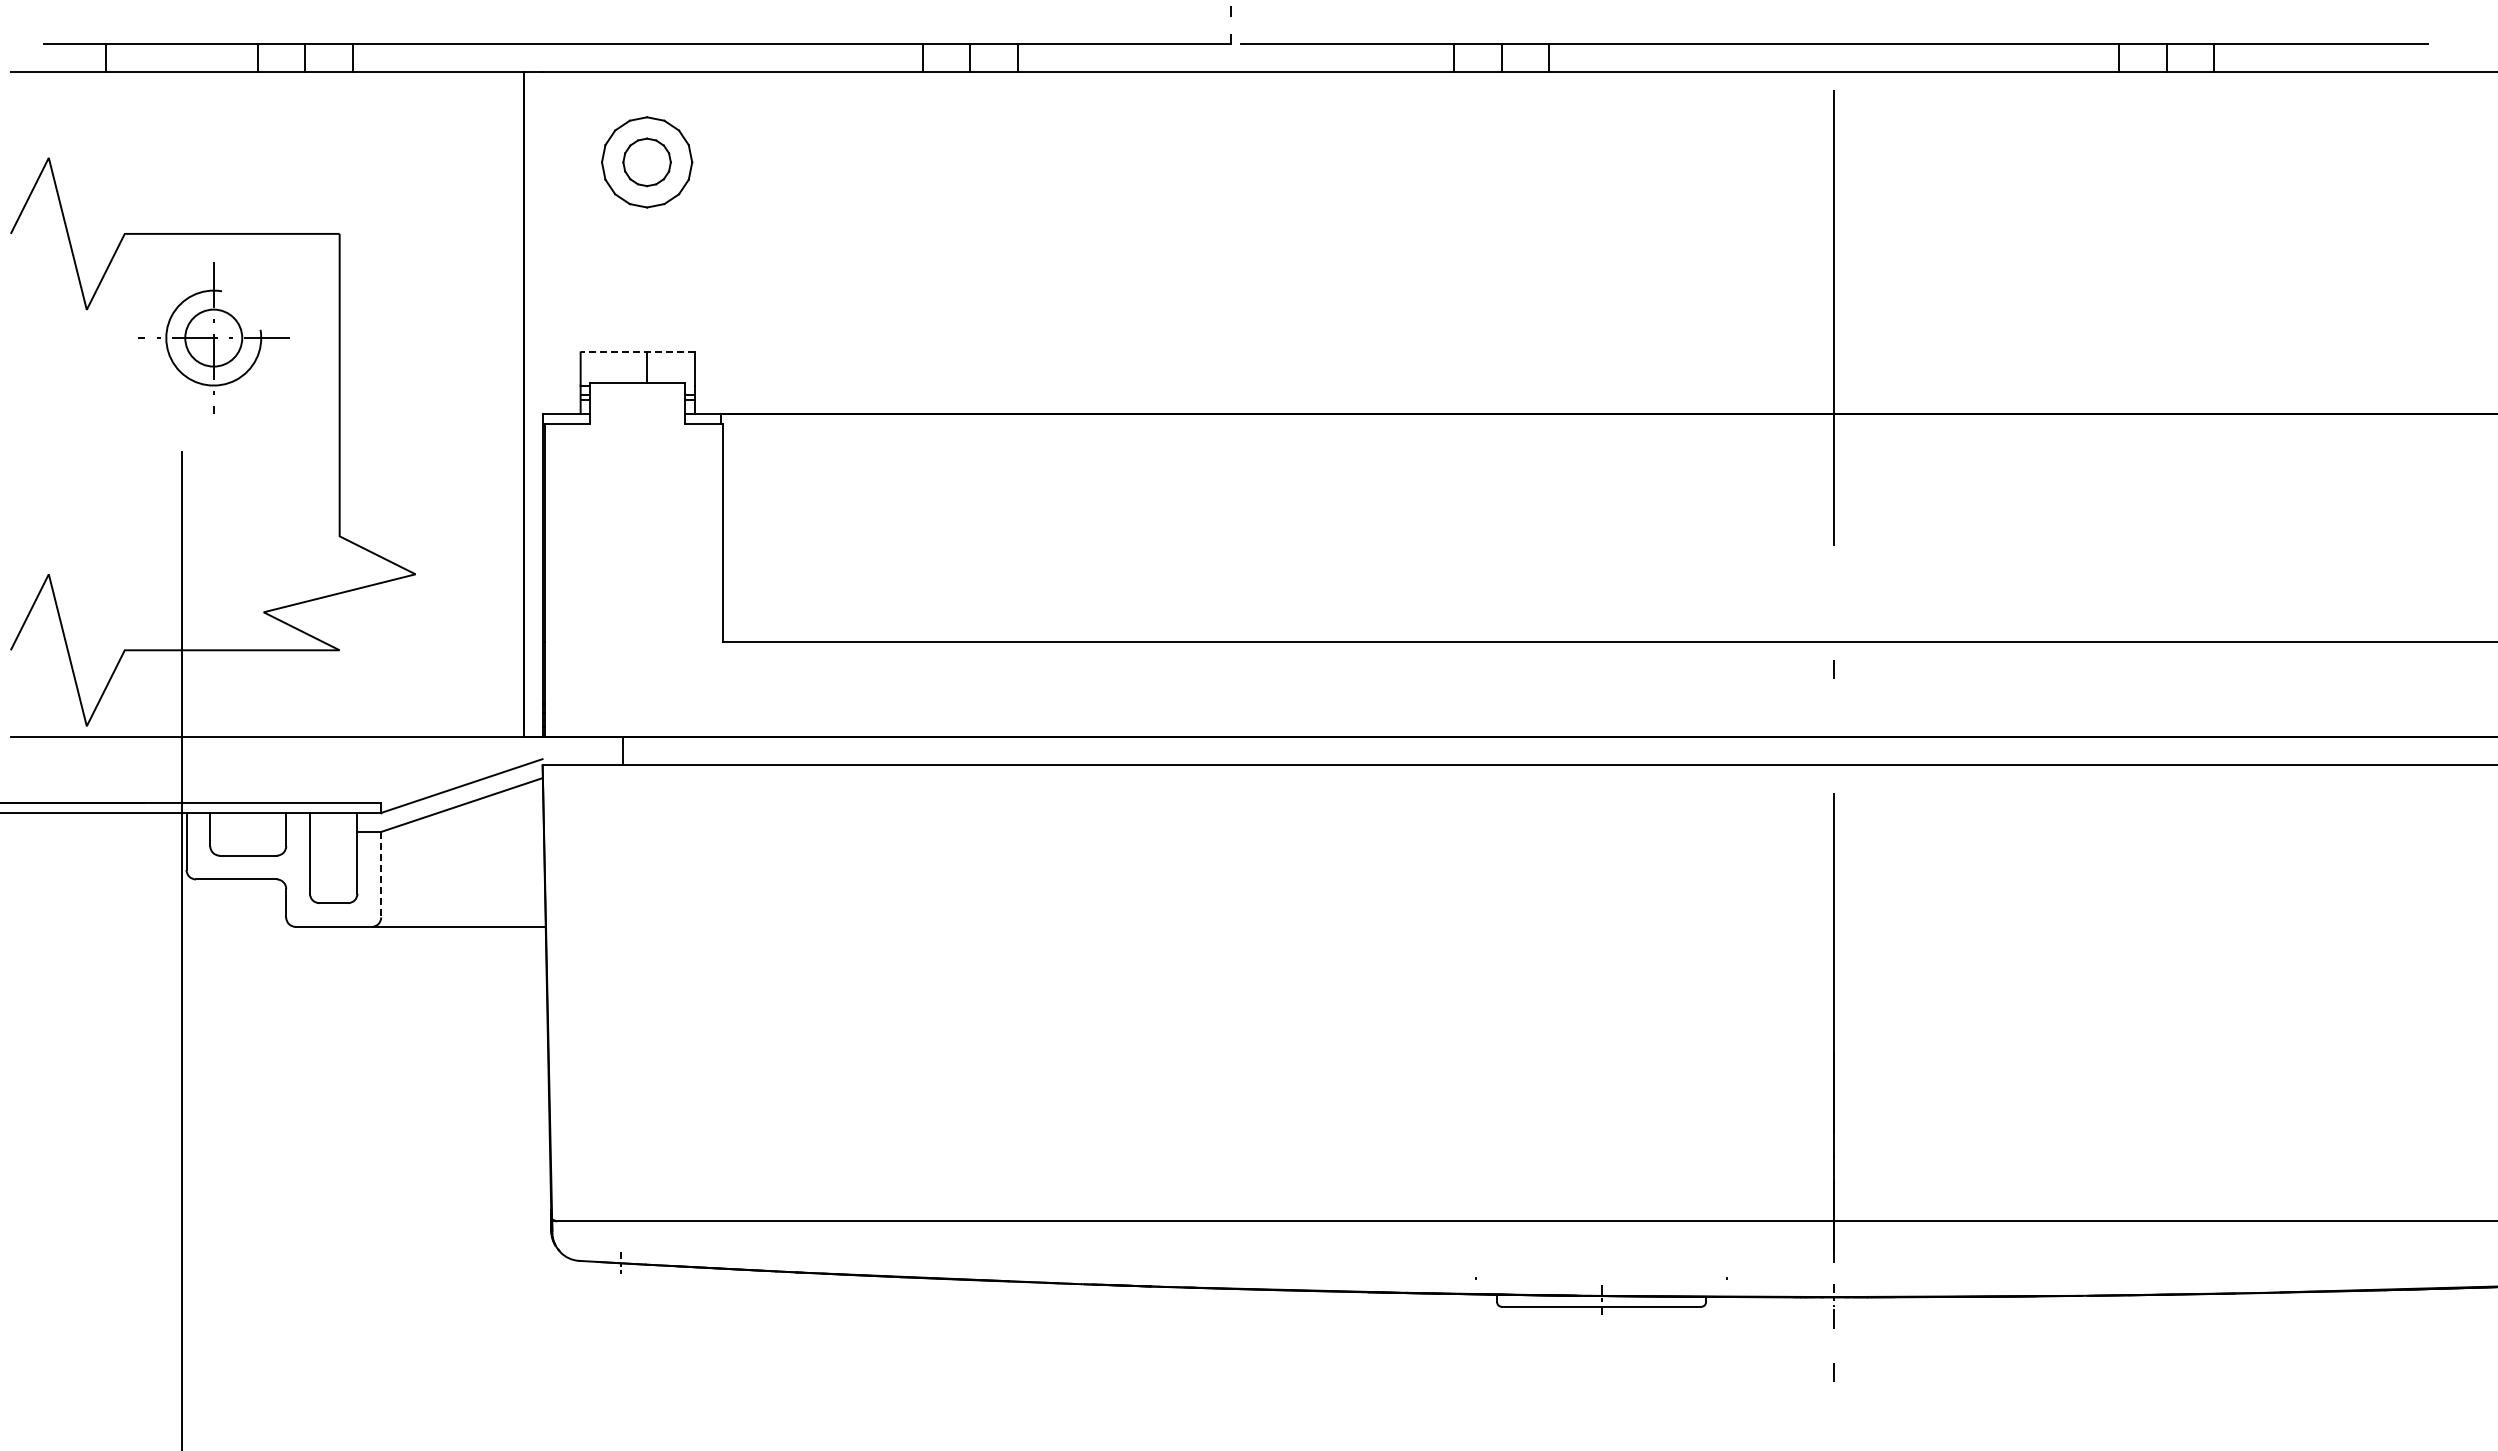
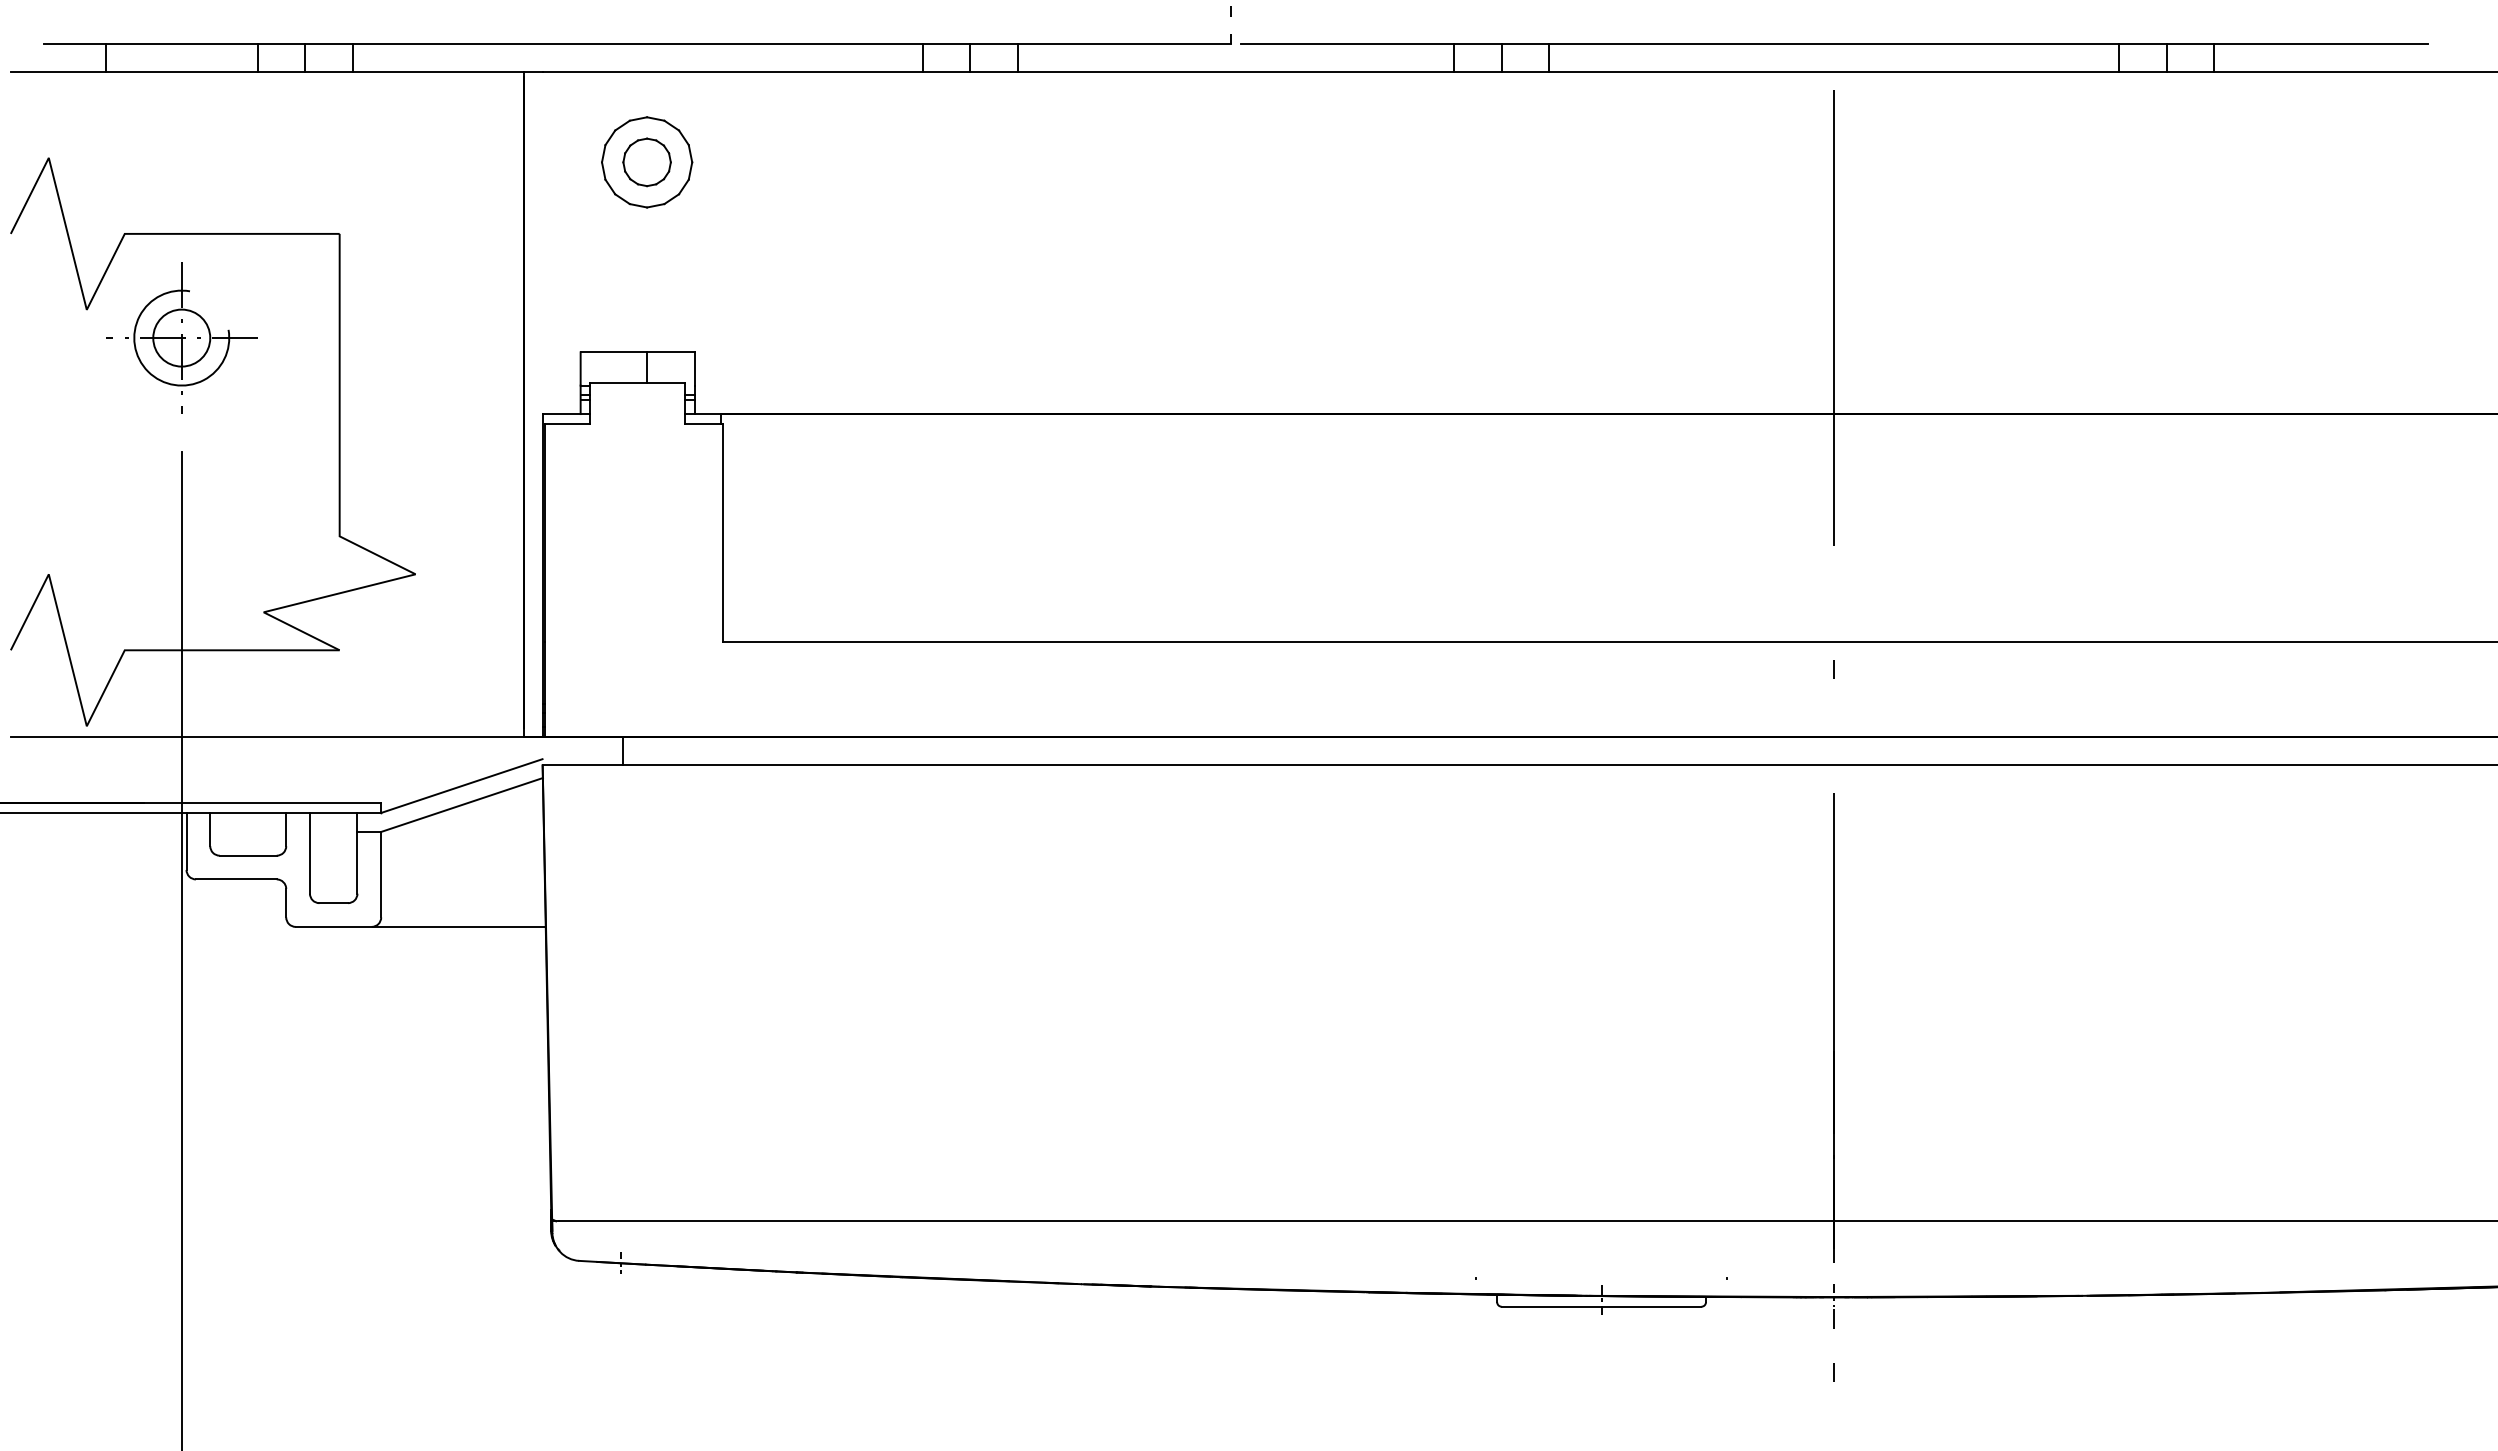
part at (213, 337) position: (213, 337) -> (181, 337)
line at (637, 352): dashed -> solid
line at (381, 874): dashed -> solid
